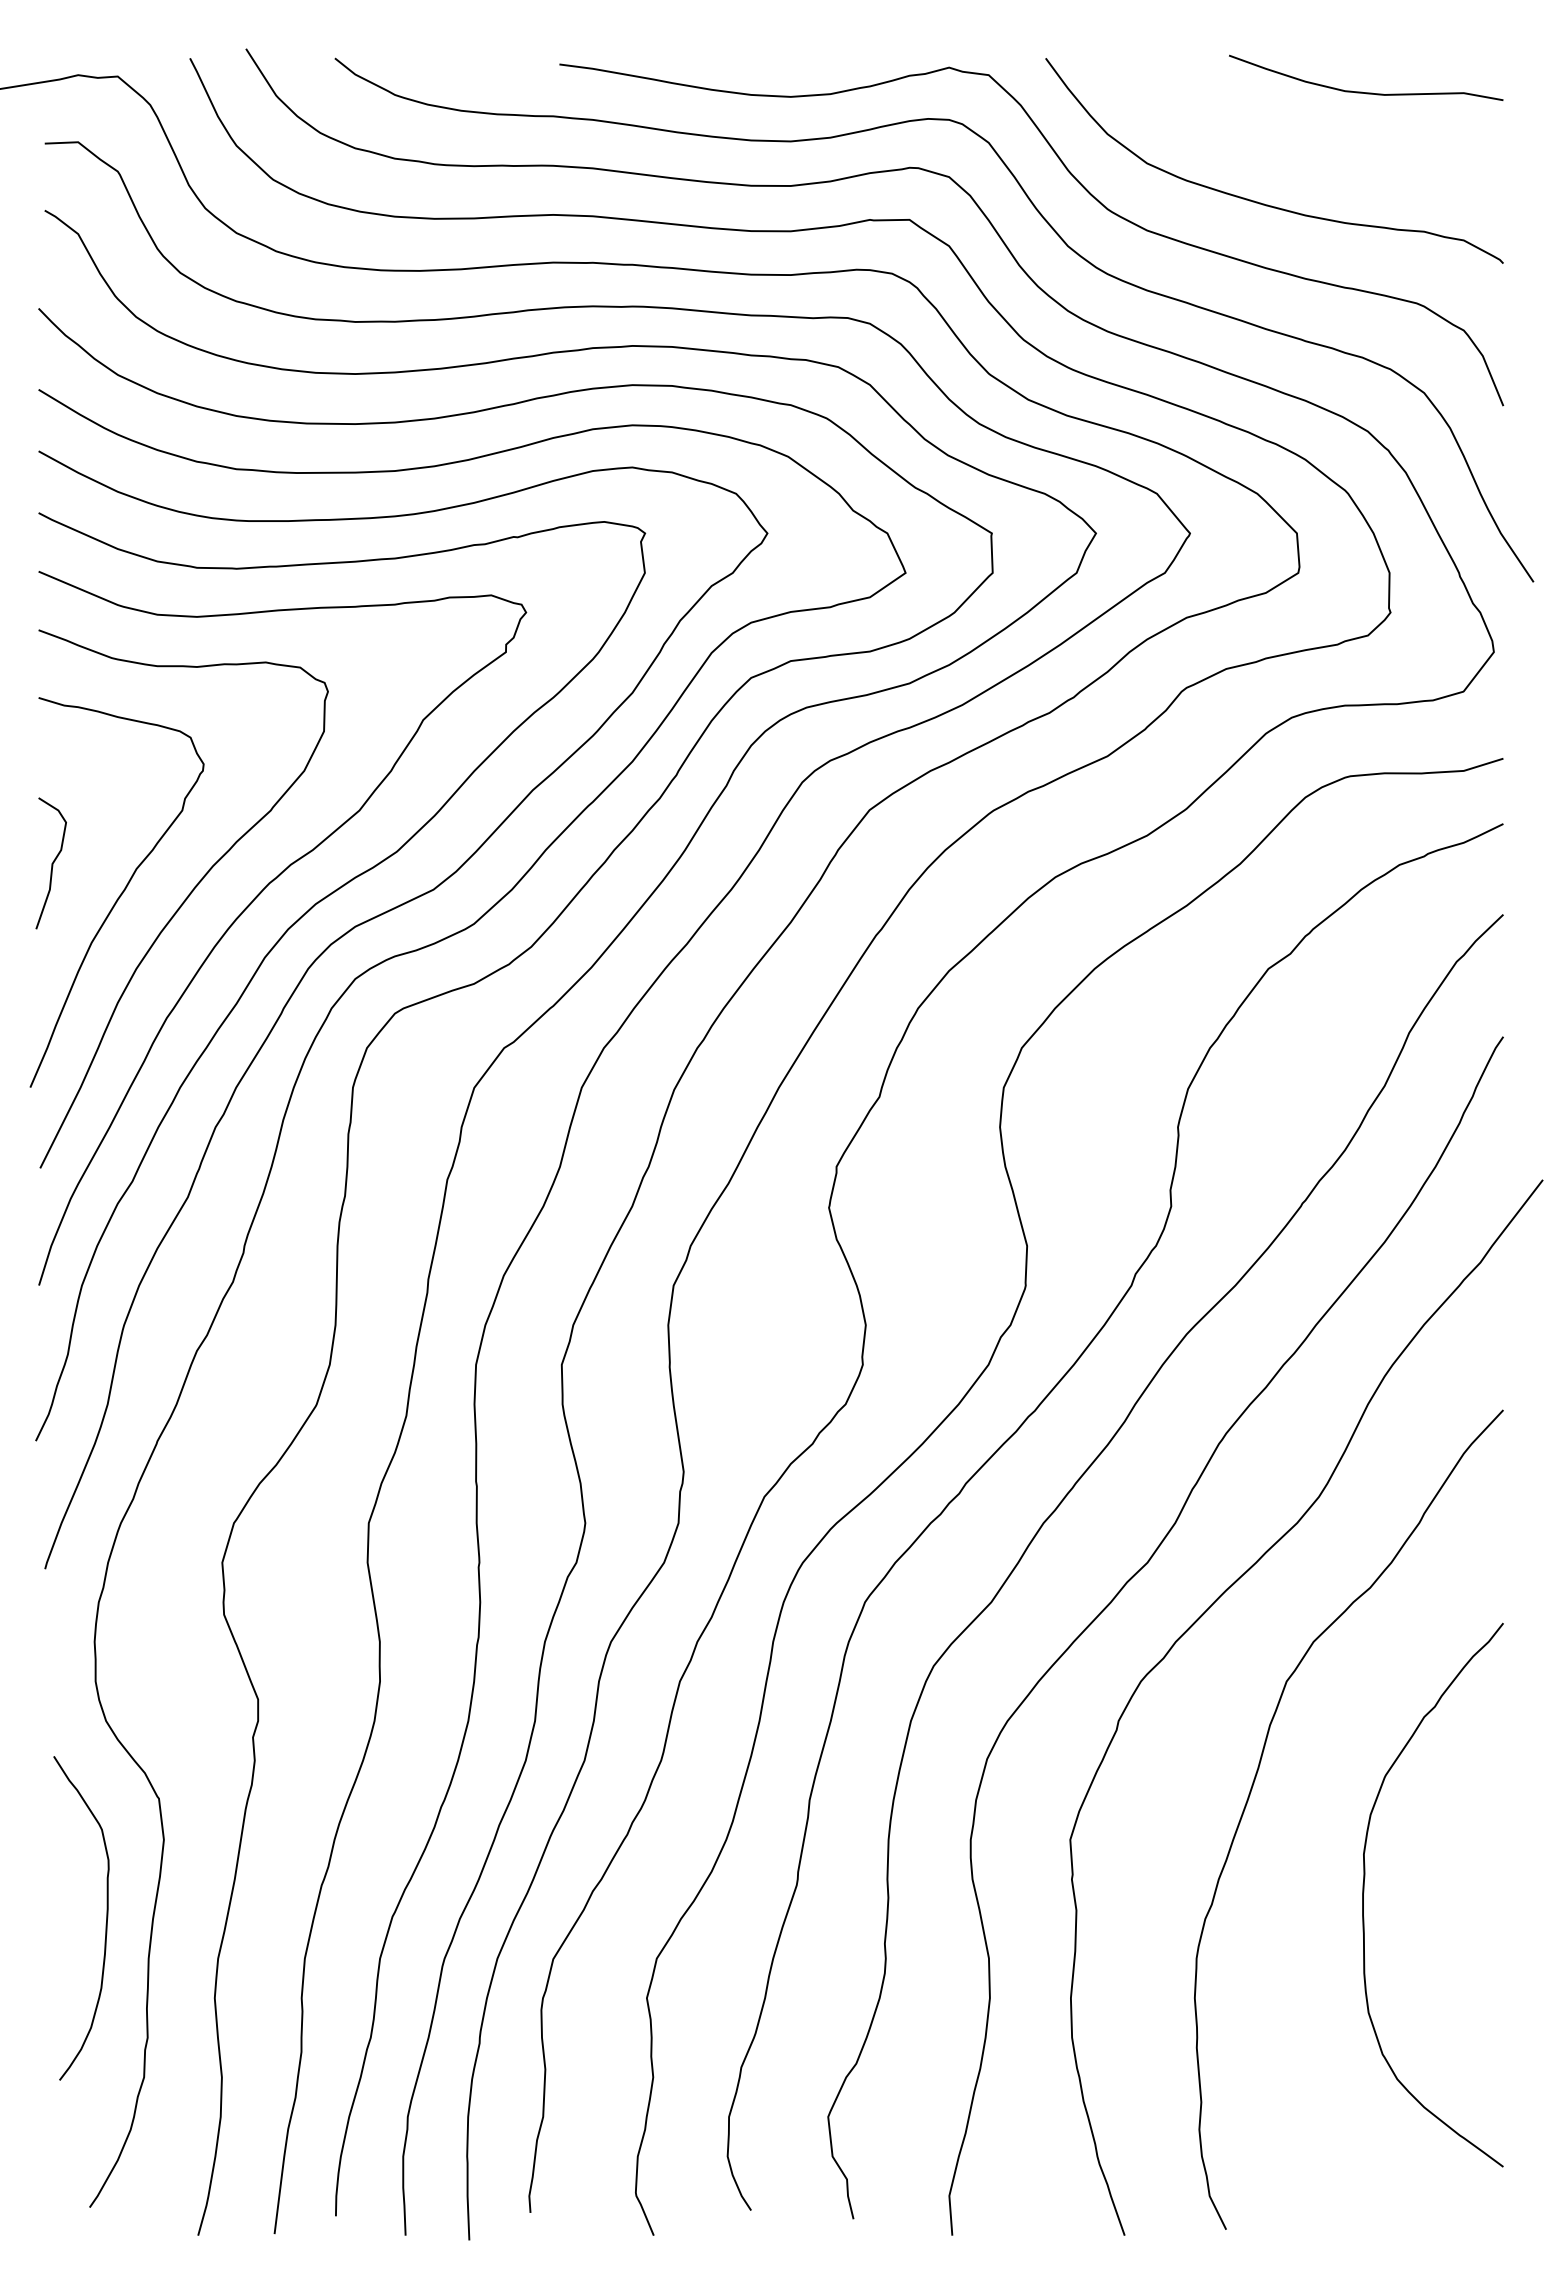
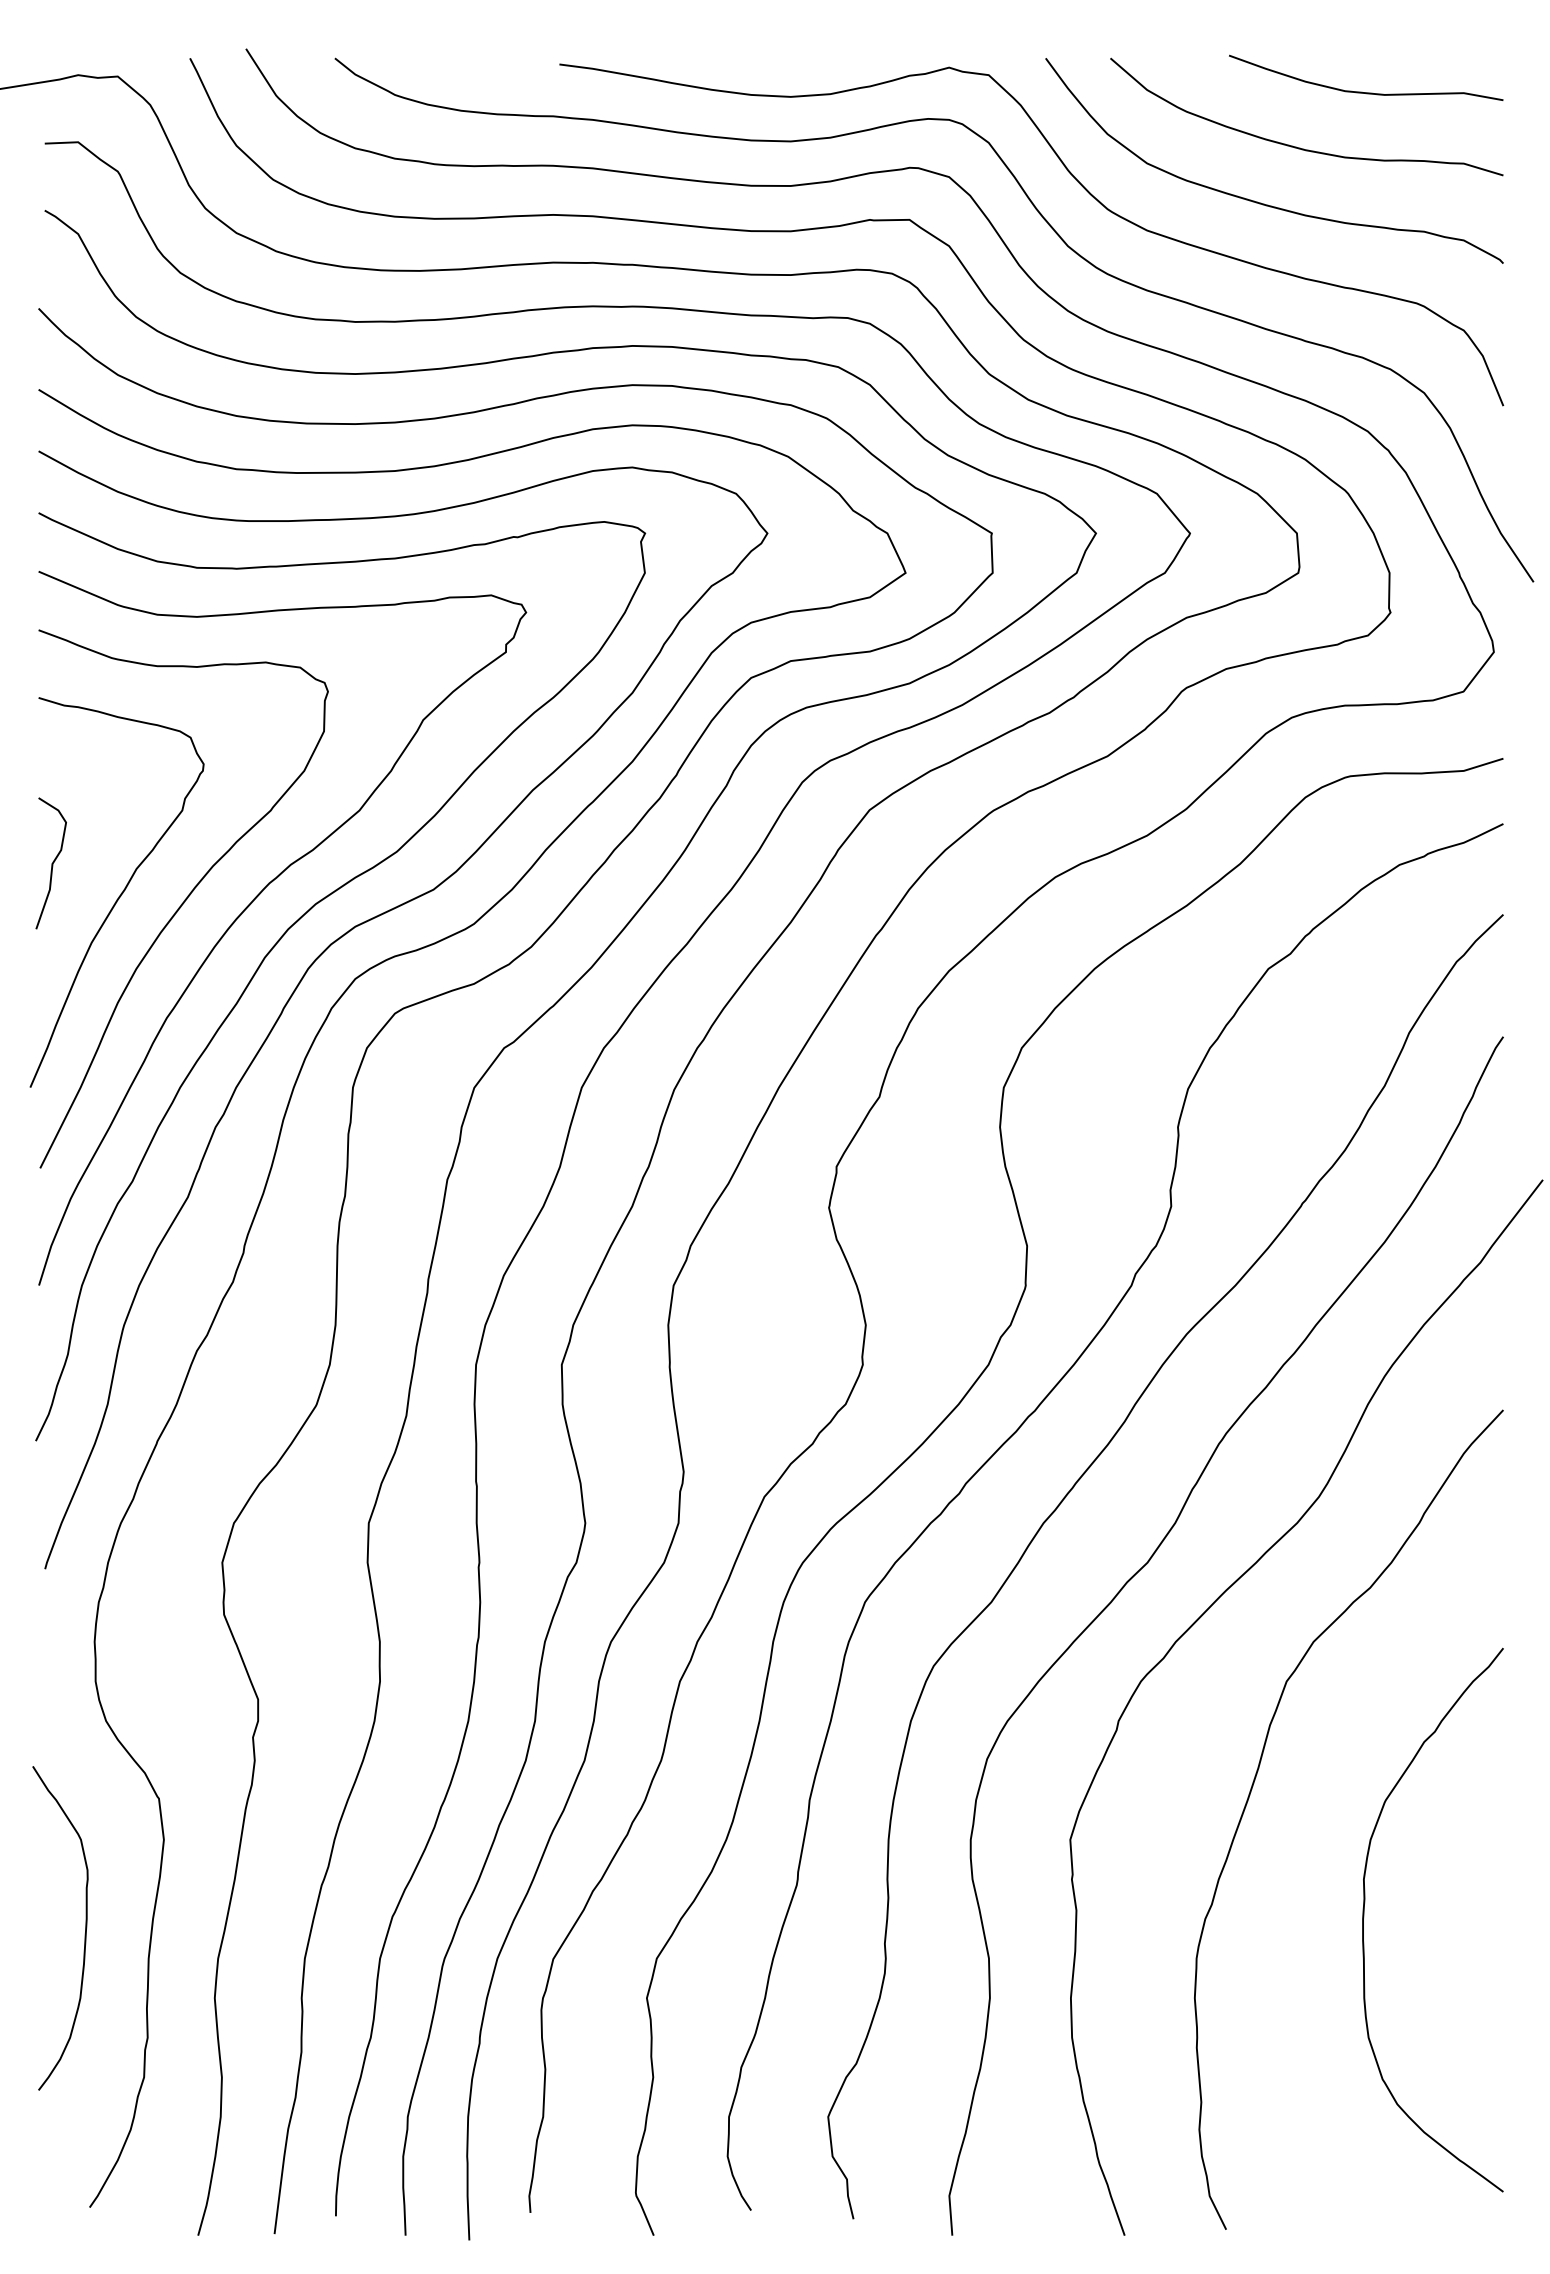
curve at (1300, 147): none -> present
curve at (1364, 1892) position: (1364, 1892) -> (1364, 1917)
curve at (105, 1924) position: (105, 1924) -> (84, 1934)
